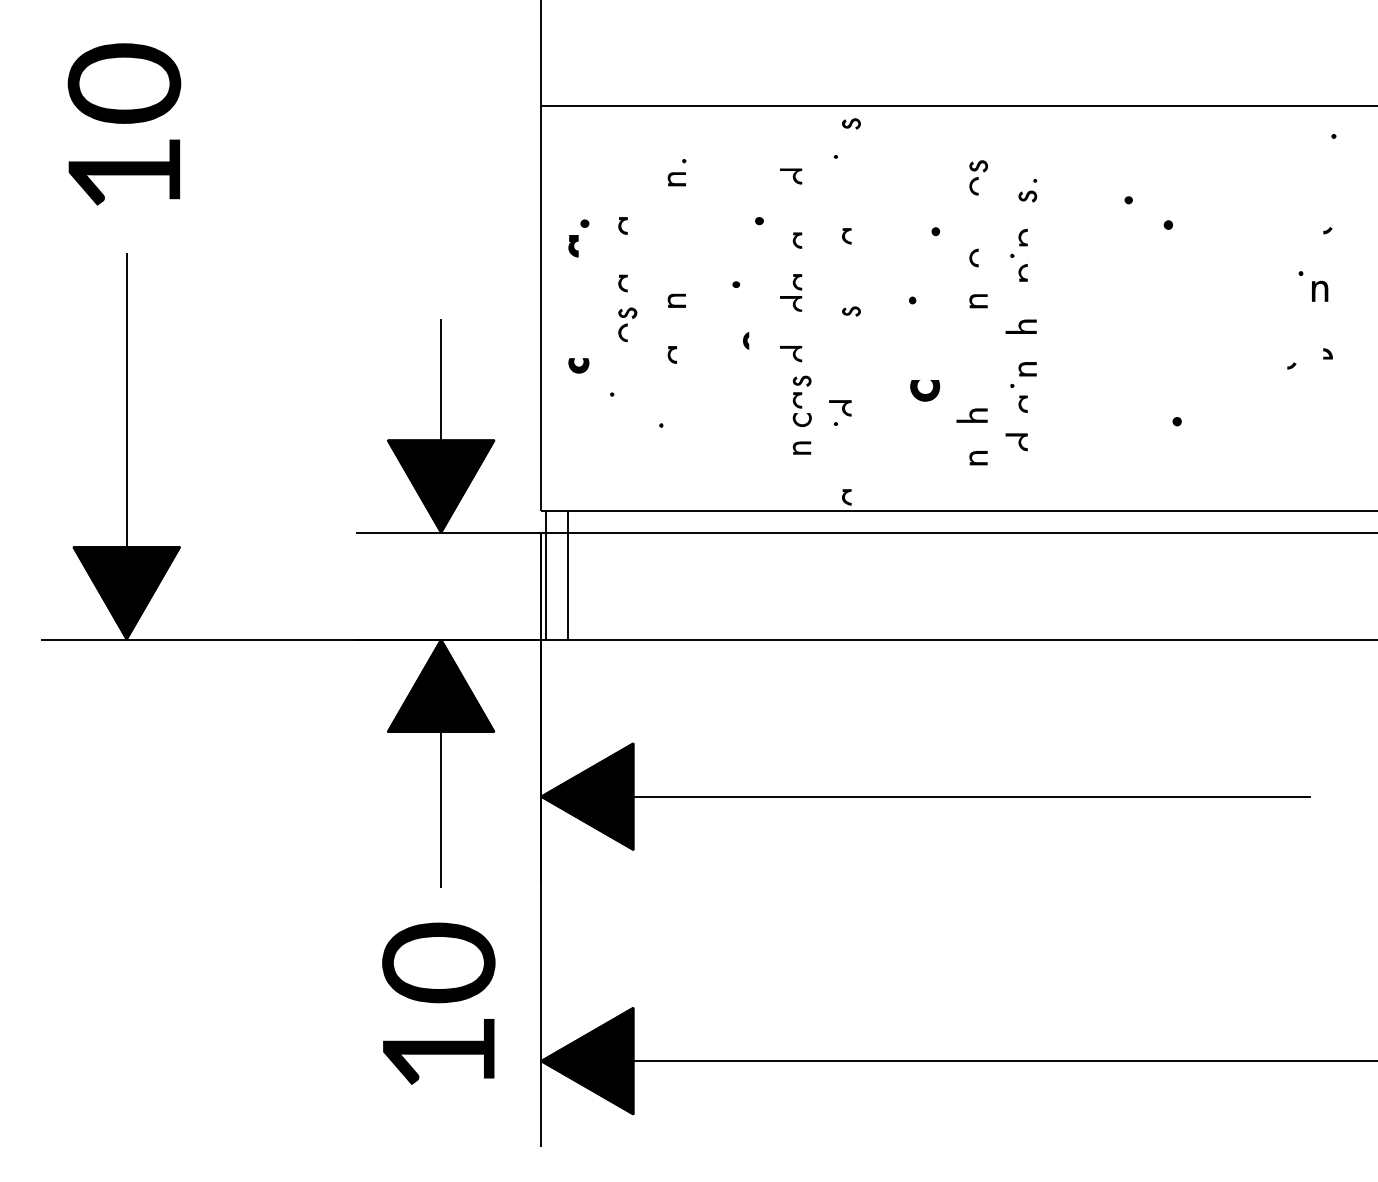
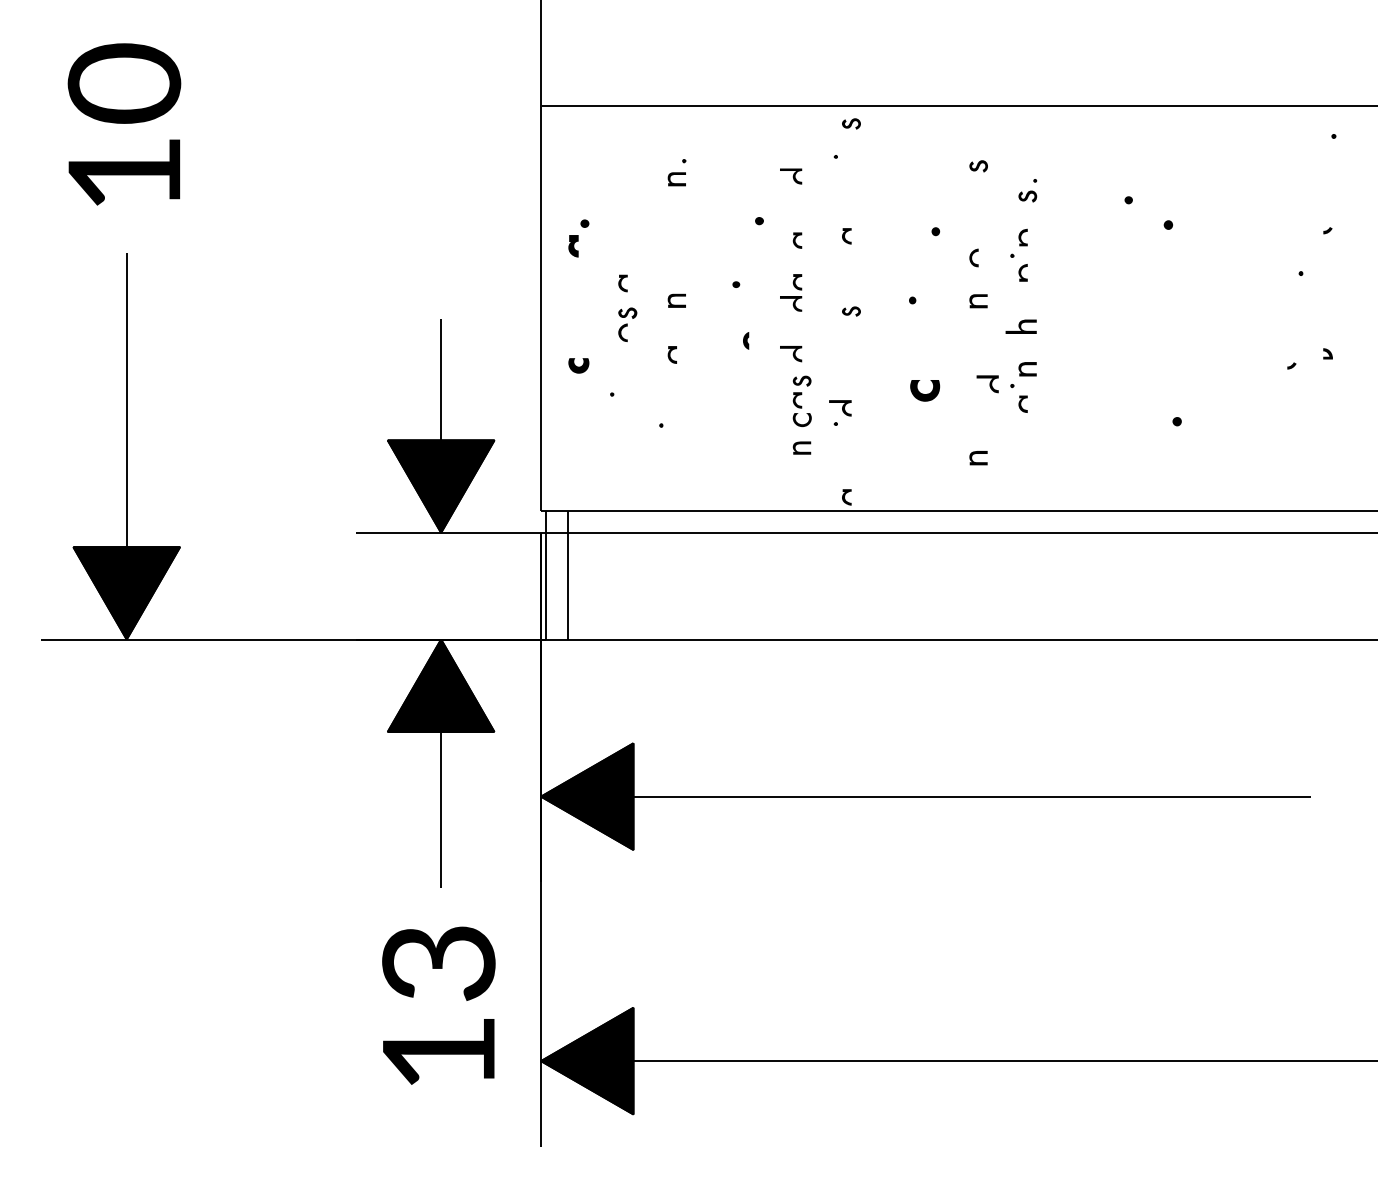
fill at (973, 185): present -> none
part at (622, 225): present -> none
part at (1320, 290): present -> none
fill at (971, 415): present -> none
part at (1016, 442) position: (1016, 442) -> (987, 384)
text at (438, 962): 10 -> 13
